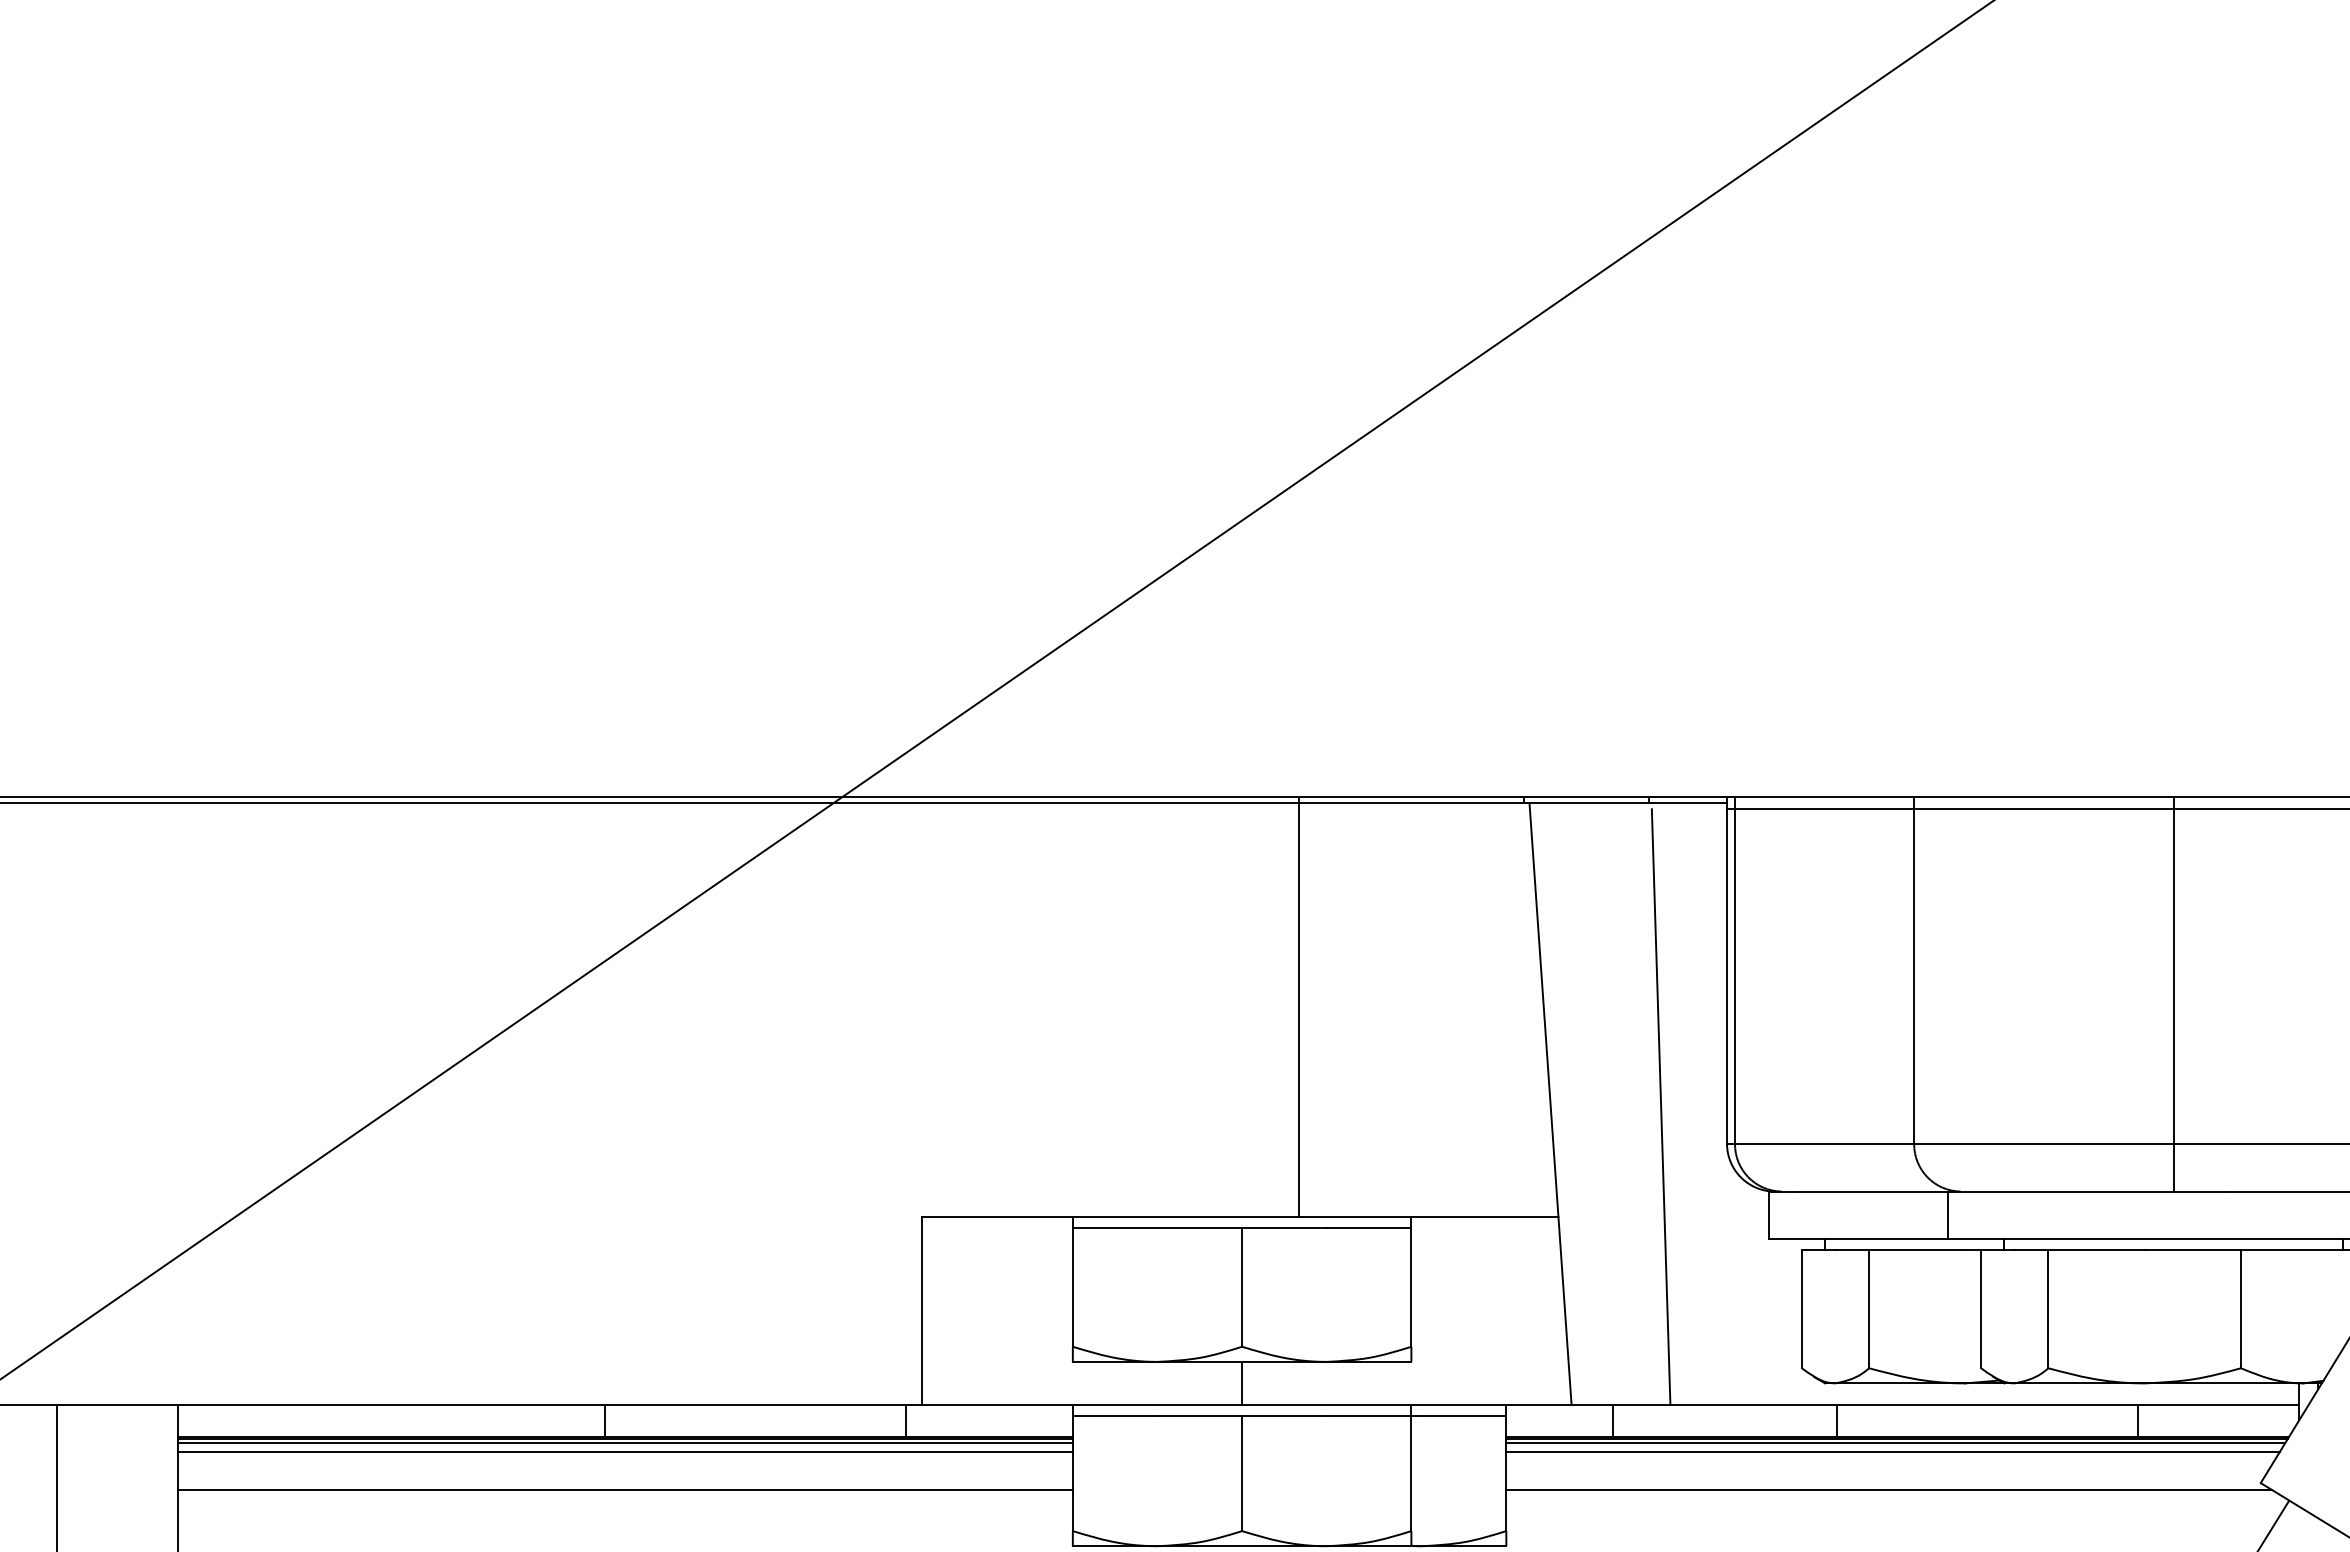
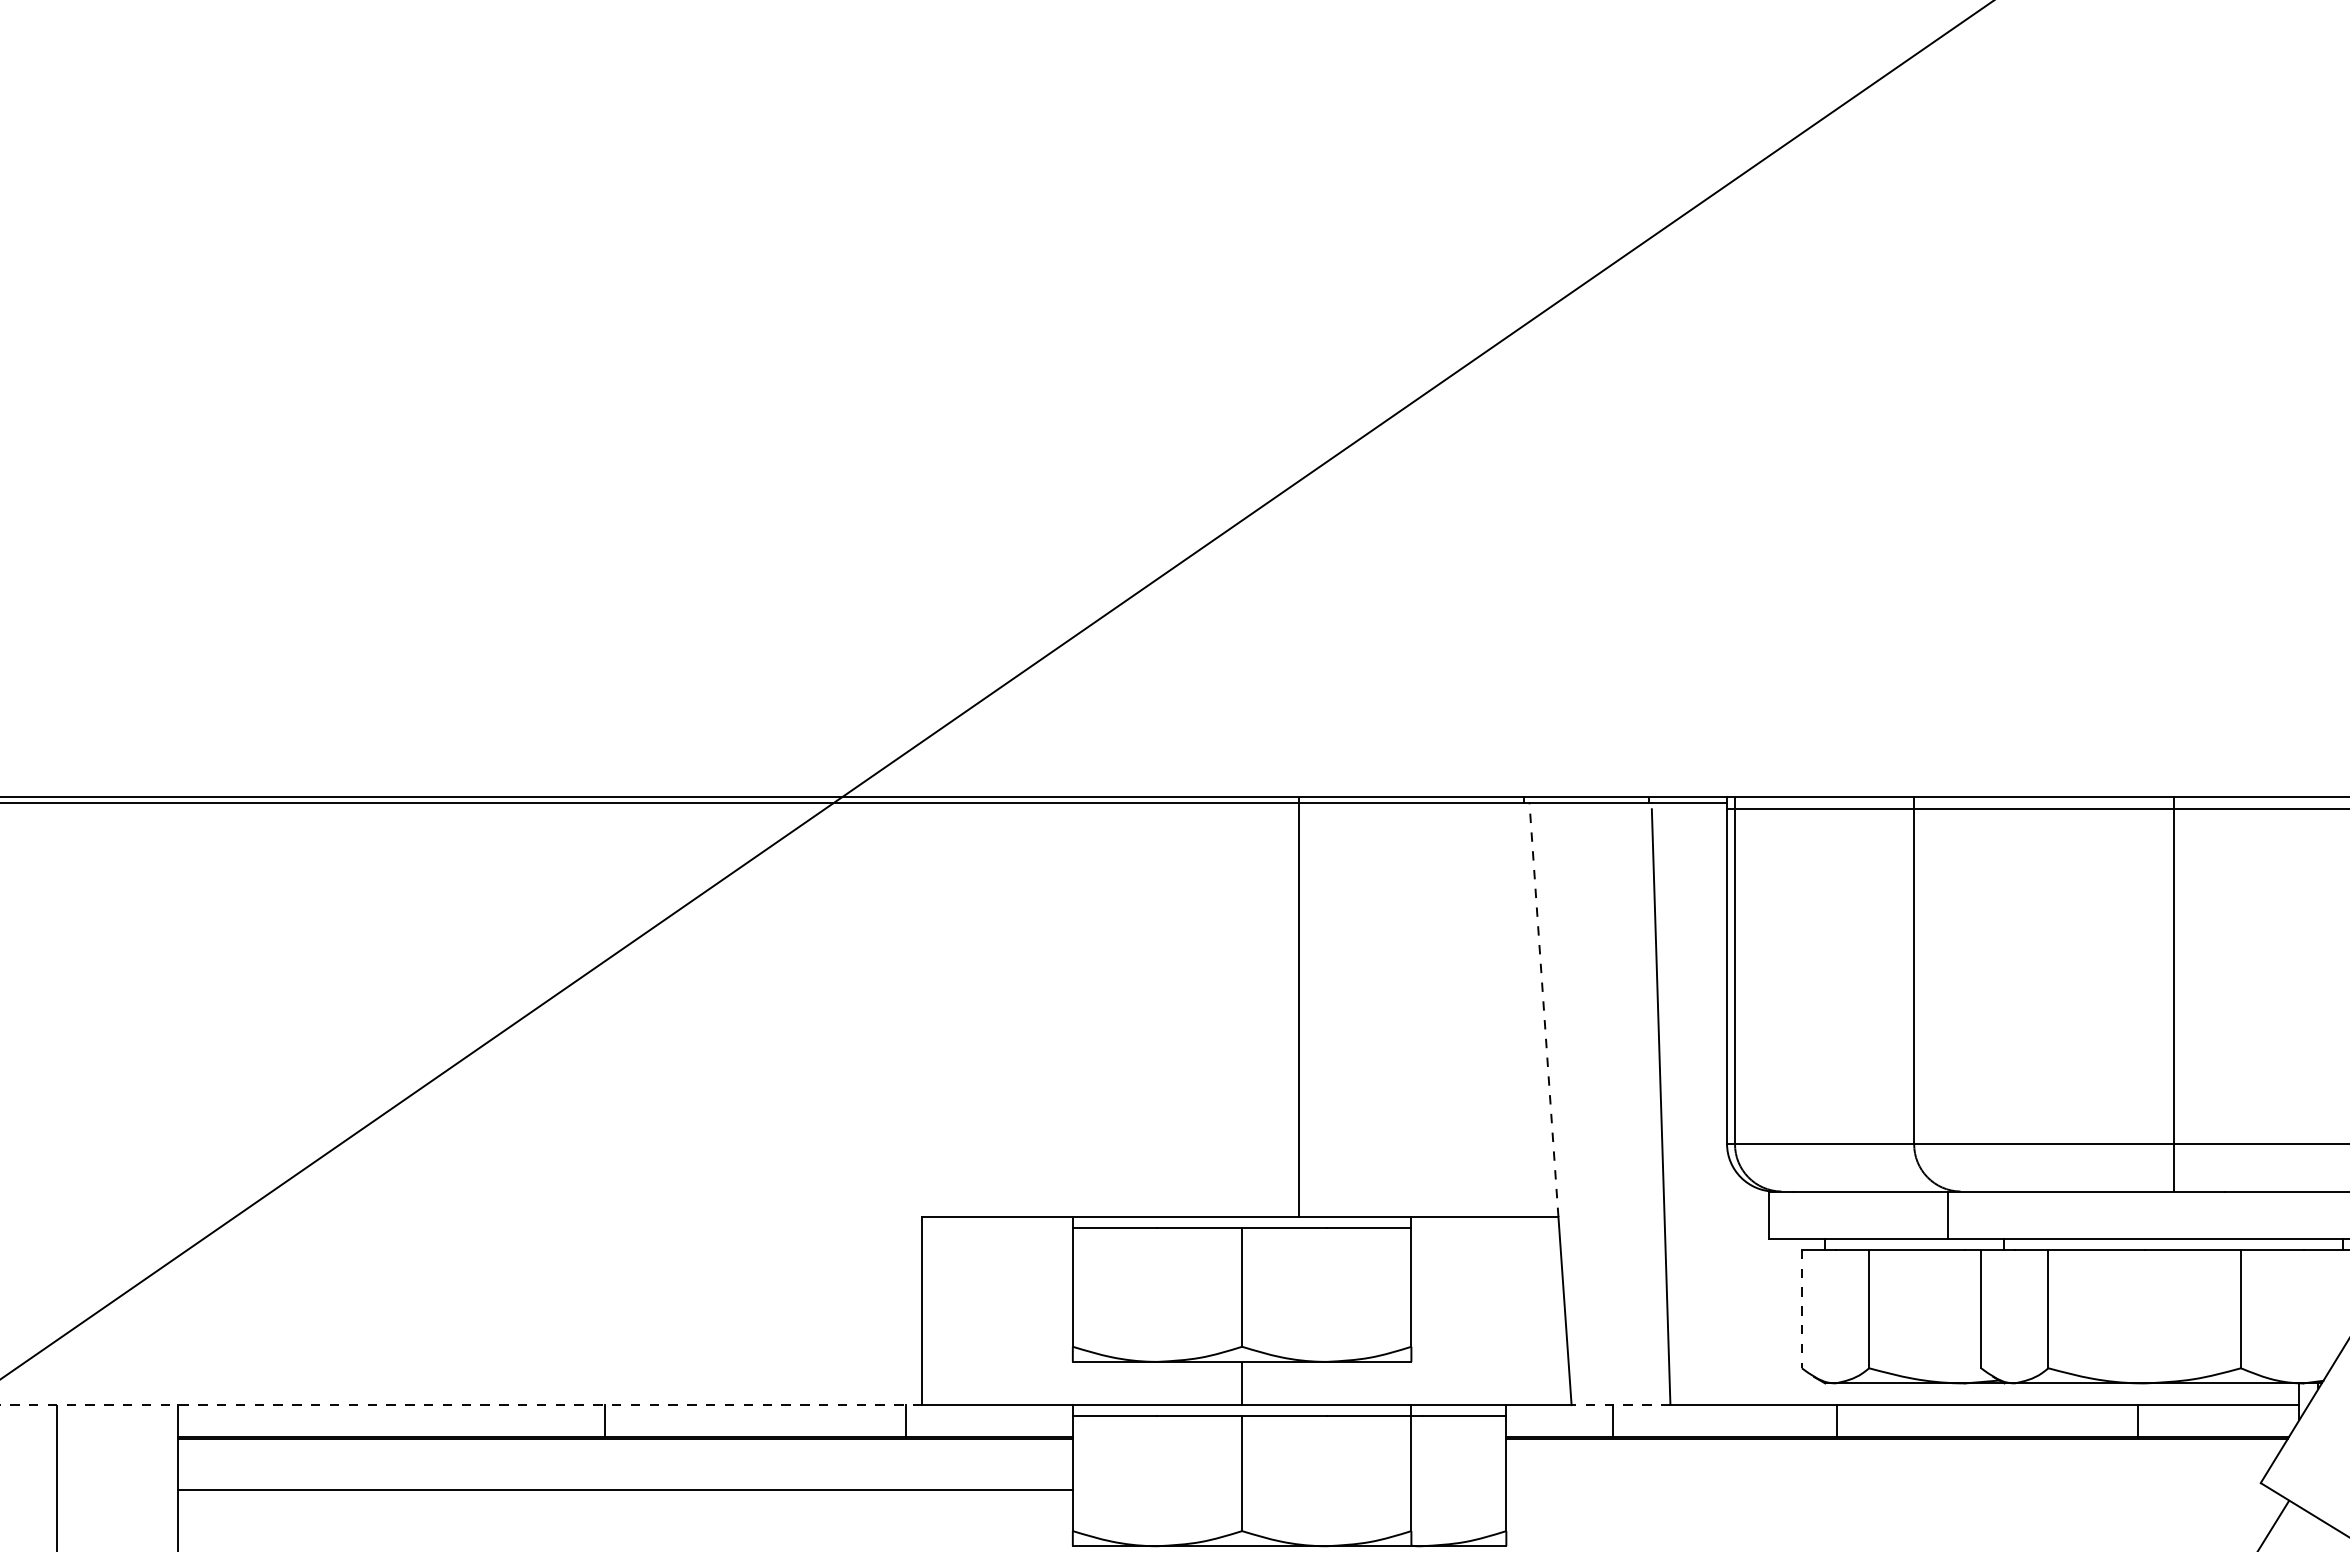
line at (1543, 1009): solid -> dashed
line at (1801, 1309): solid -> dashed
line at (461, 1405): solid -> dashed
line at (1620, 1405): solid -> dashed
line at (624, 1442): present -> none
line at (1895, 1442): present -> none
line at (624, 1452): present -> none
line at (1892, 1452): present -> none
line at (1888, 1489): present -> none
